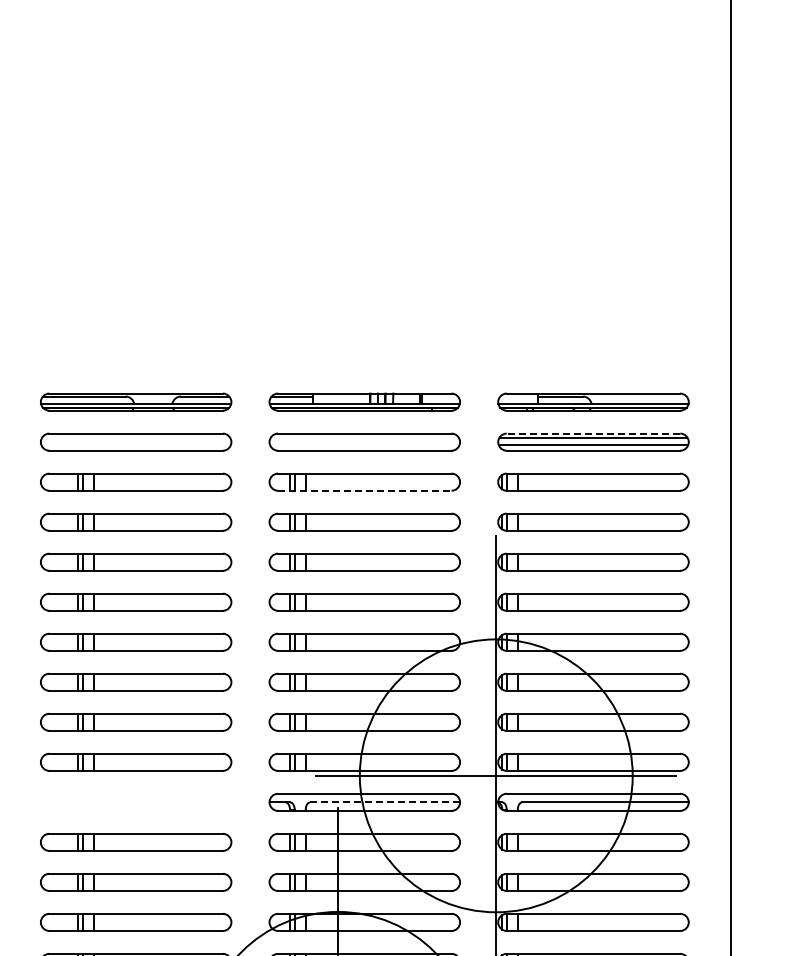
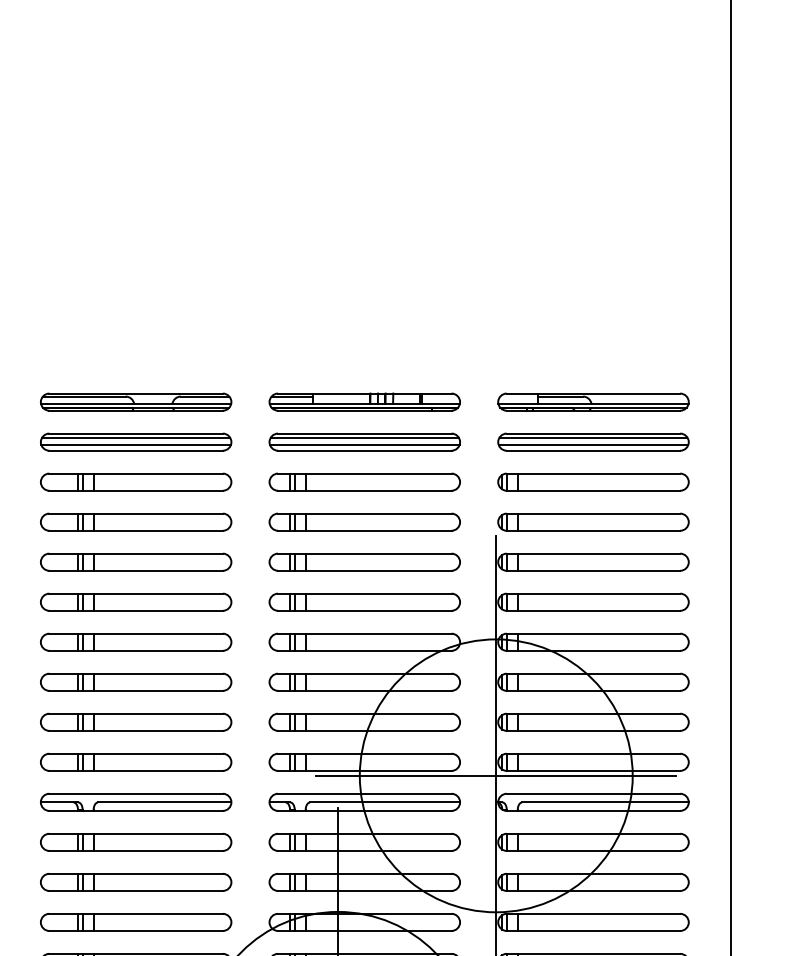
line at (593, 433): dashed -> solid
line at (136, 437): none -> present
line at (364, 437): none -> present
line at (135, 445): none -> present
line at (364, 445): none -> present
line at (364, 490): dashed -> solid
part at (136, 801): none -> present
line at (384, 802): dashed -> solid
